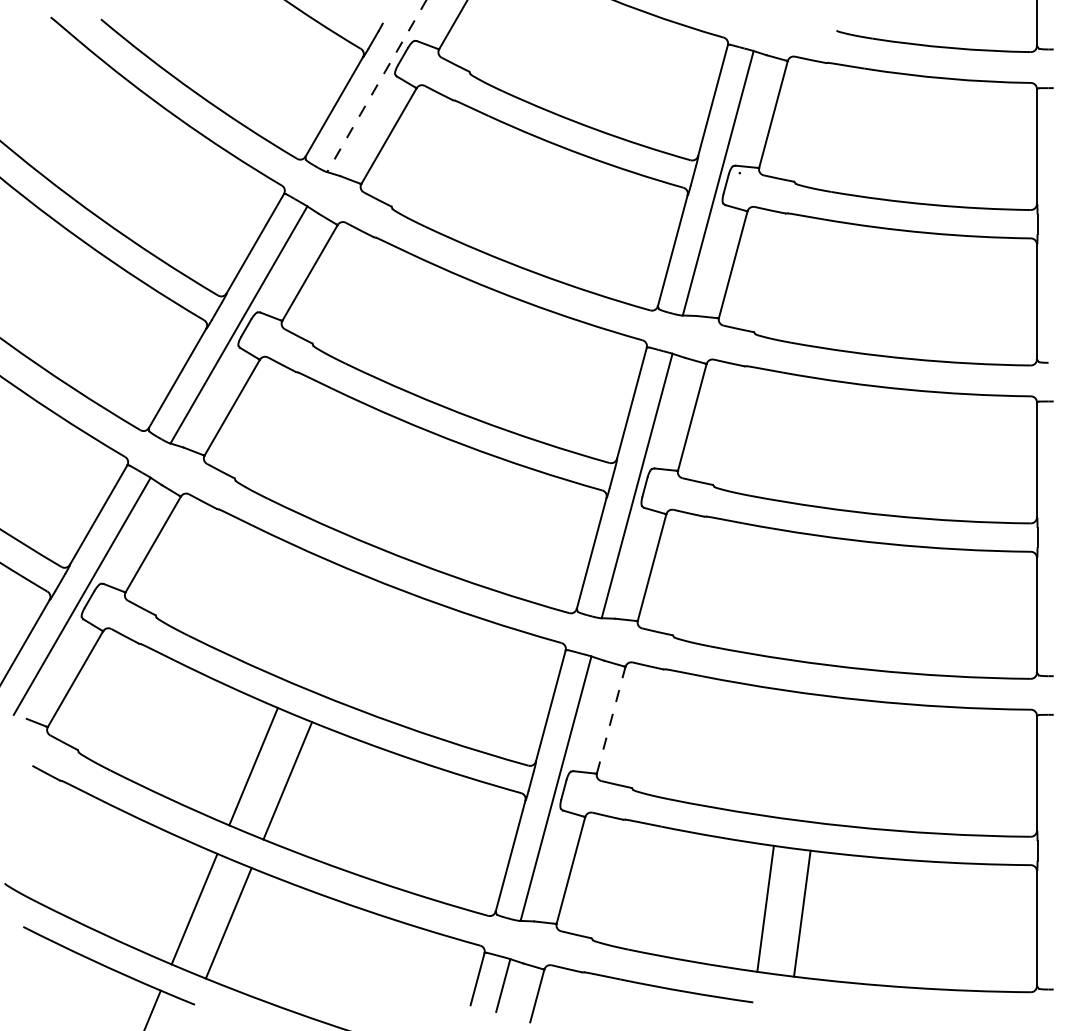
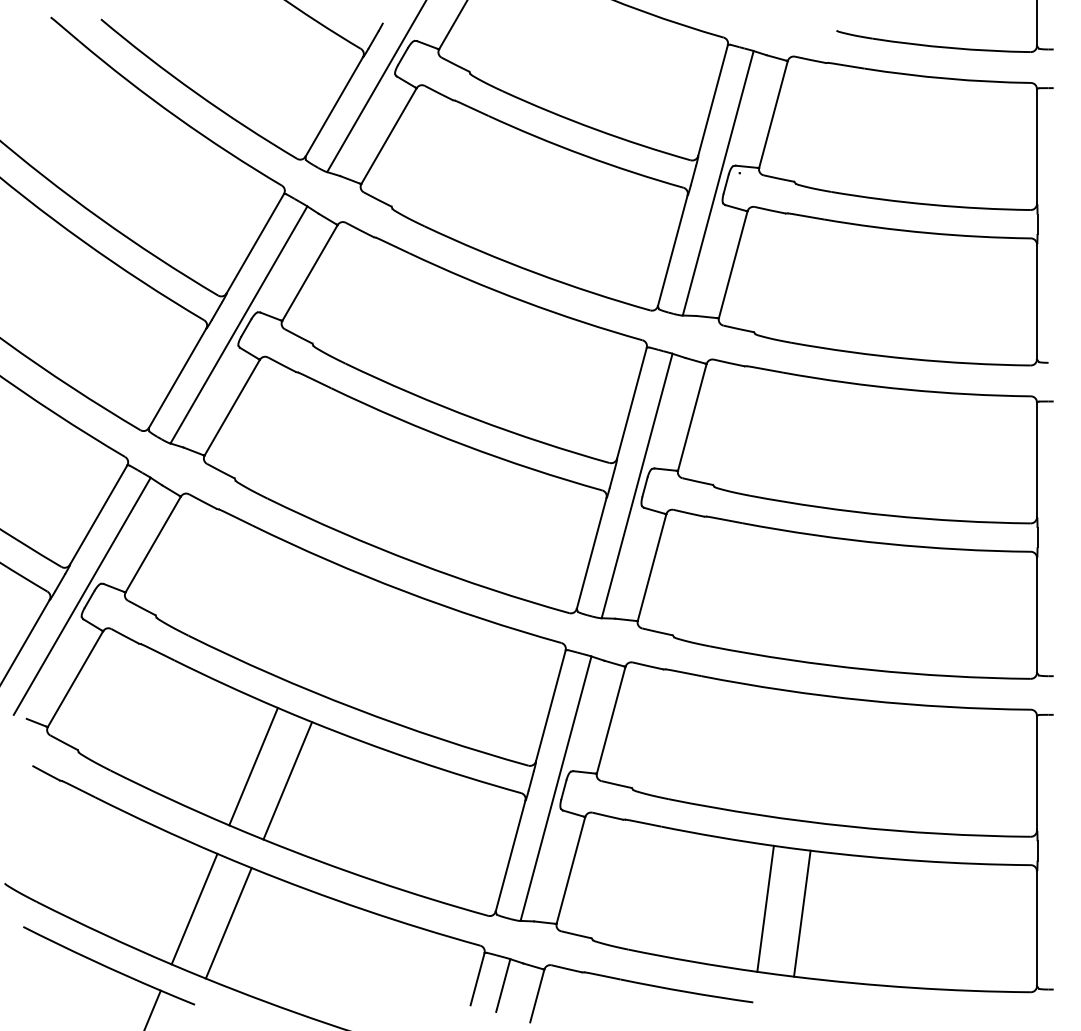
line at (376, 86): dashed -> solid
line at (611, 719): dashed -> solid
